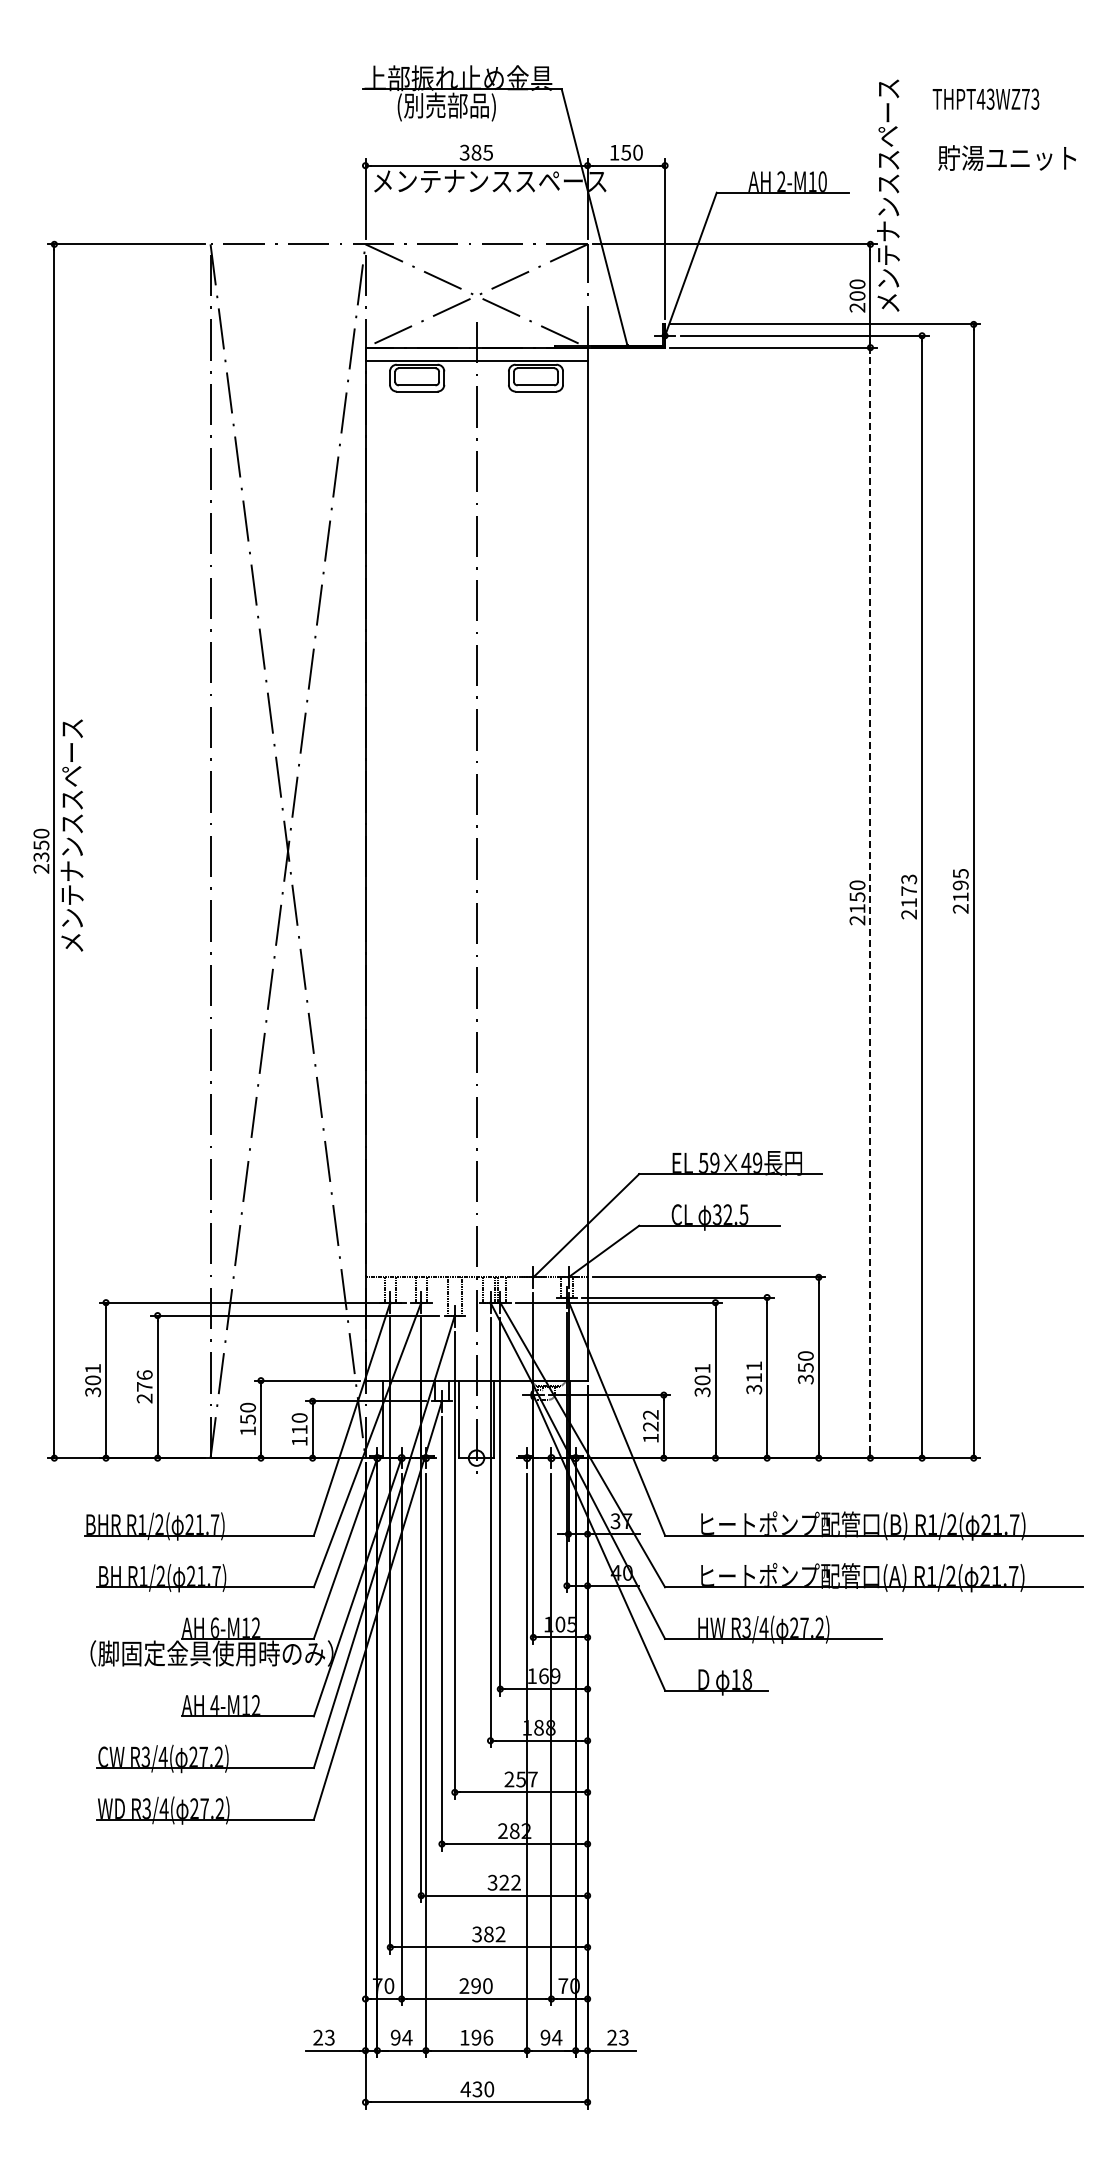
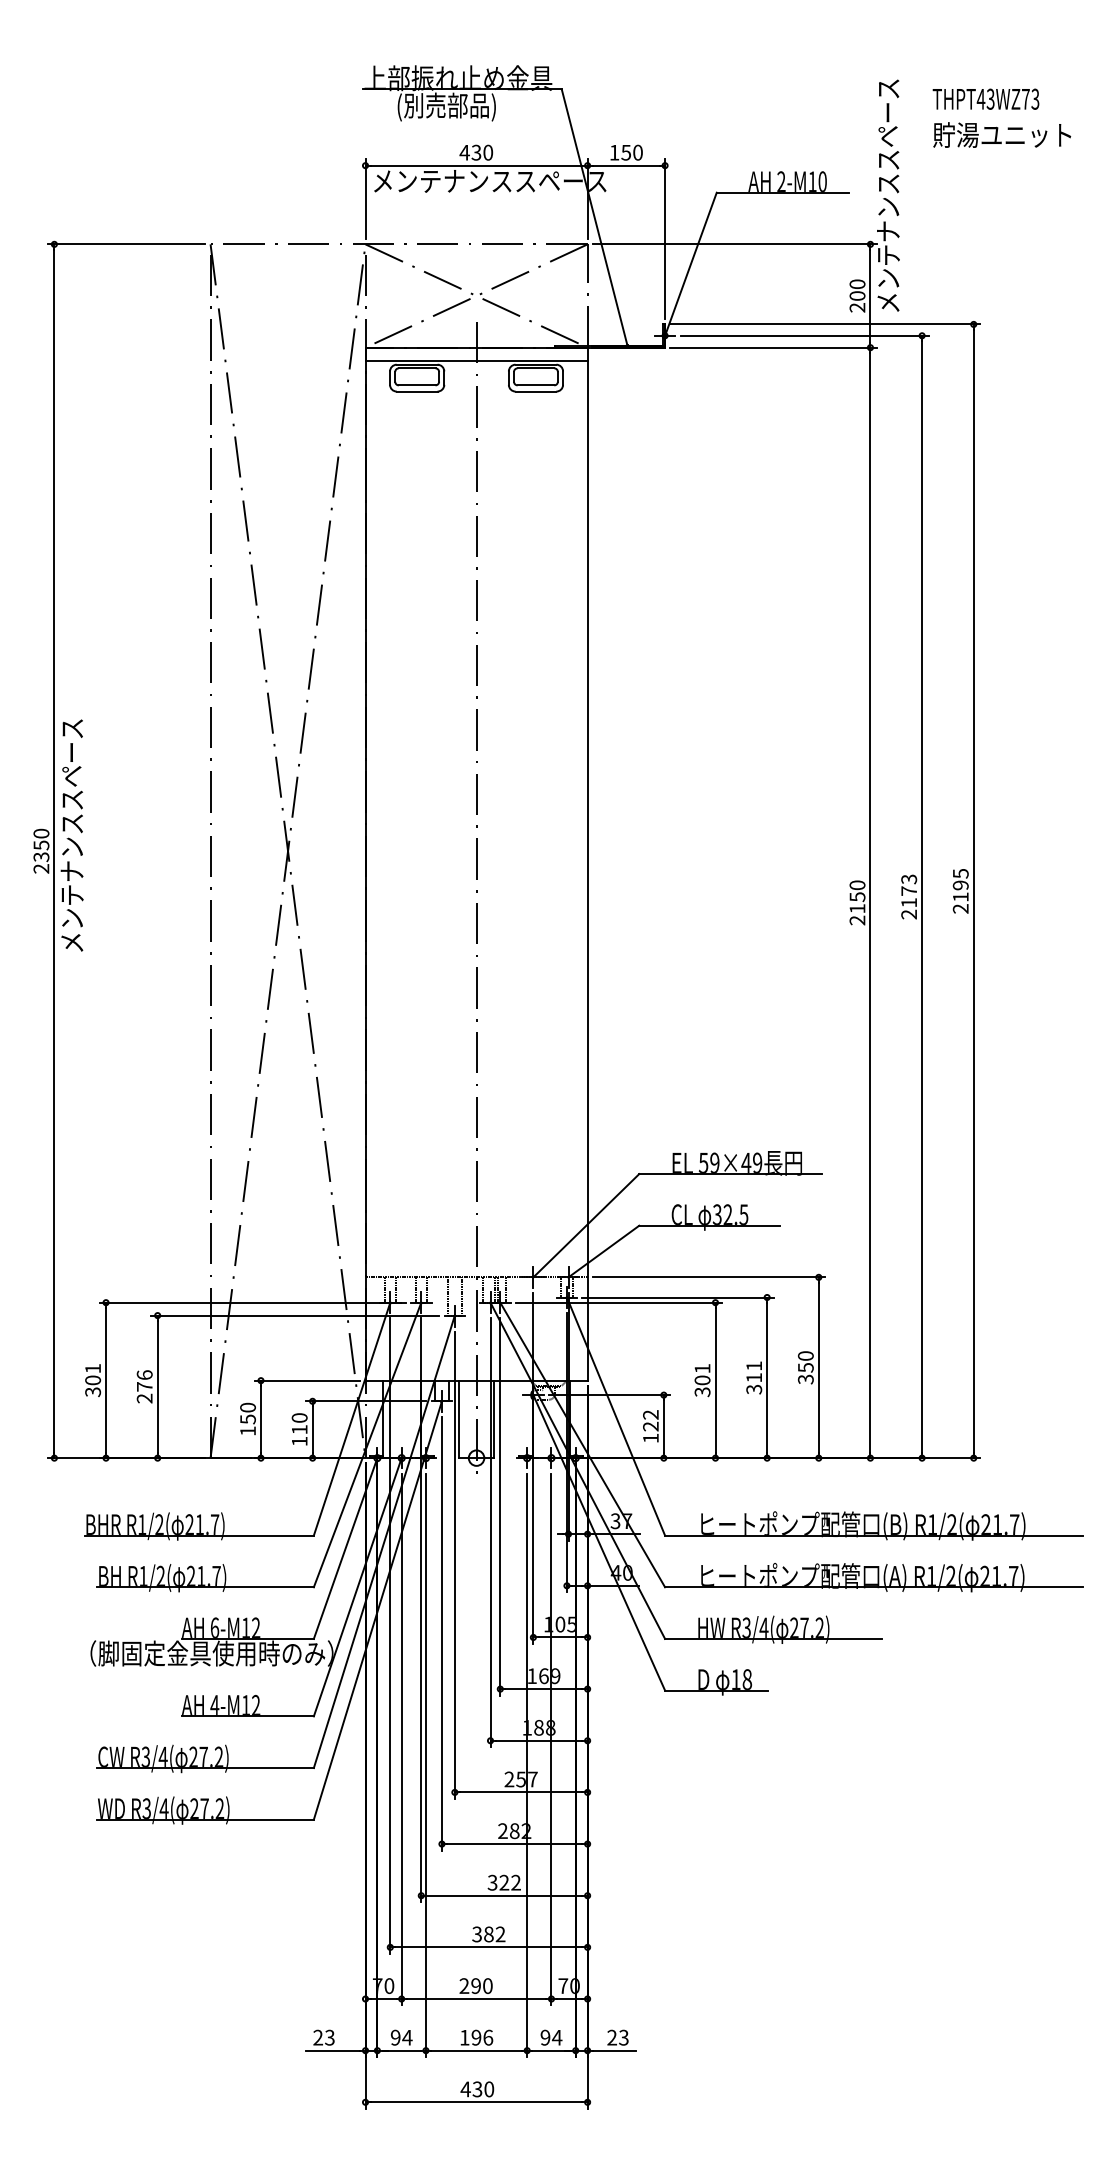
text at (476, 152): 385 -> 430
text at (1007, 157) position: (1007, 157) -> (1002, 134)
line at (870, 902): dashed -> solid
